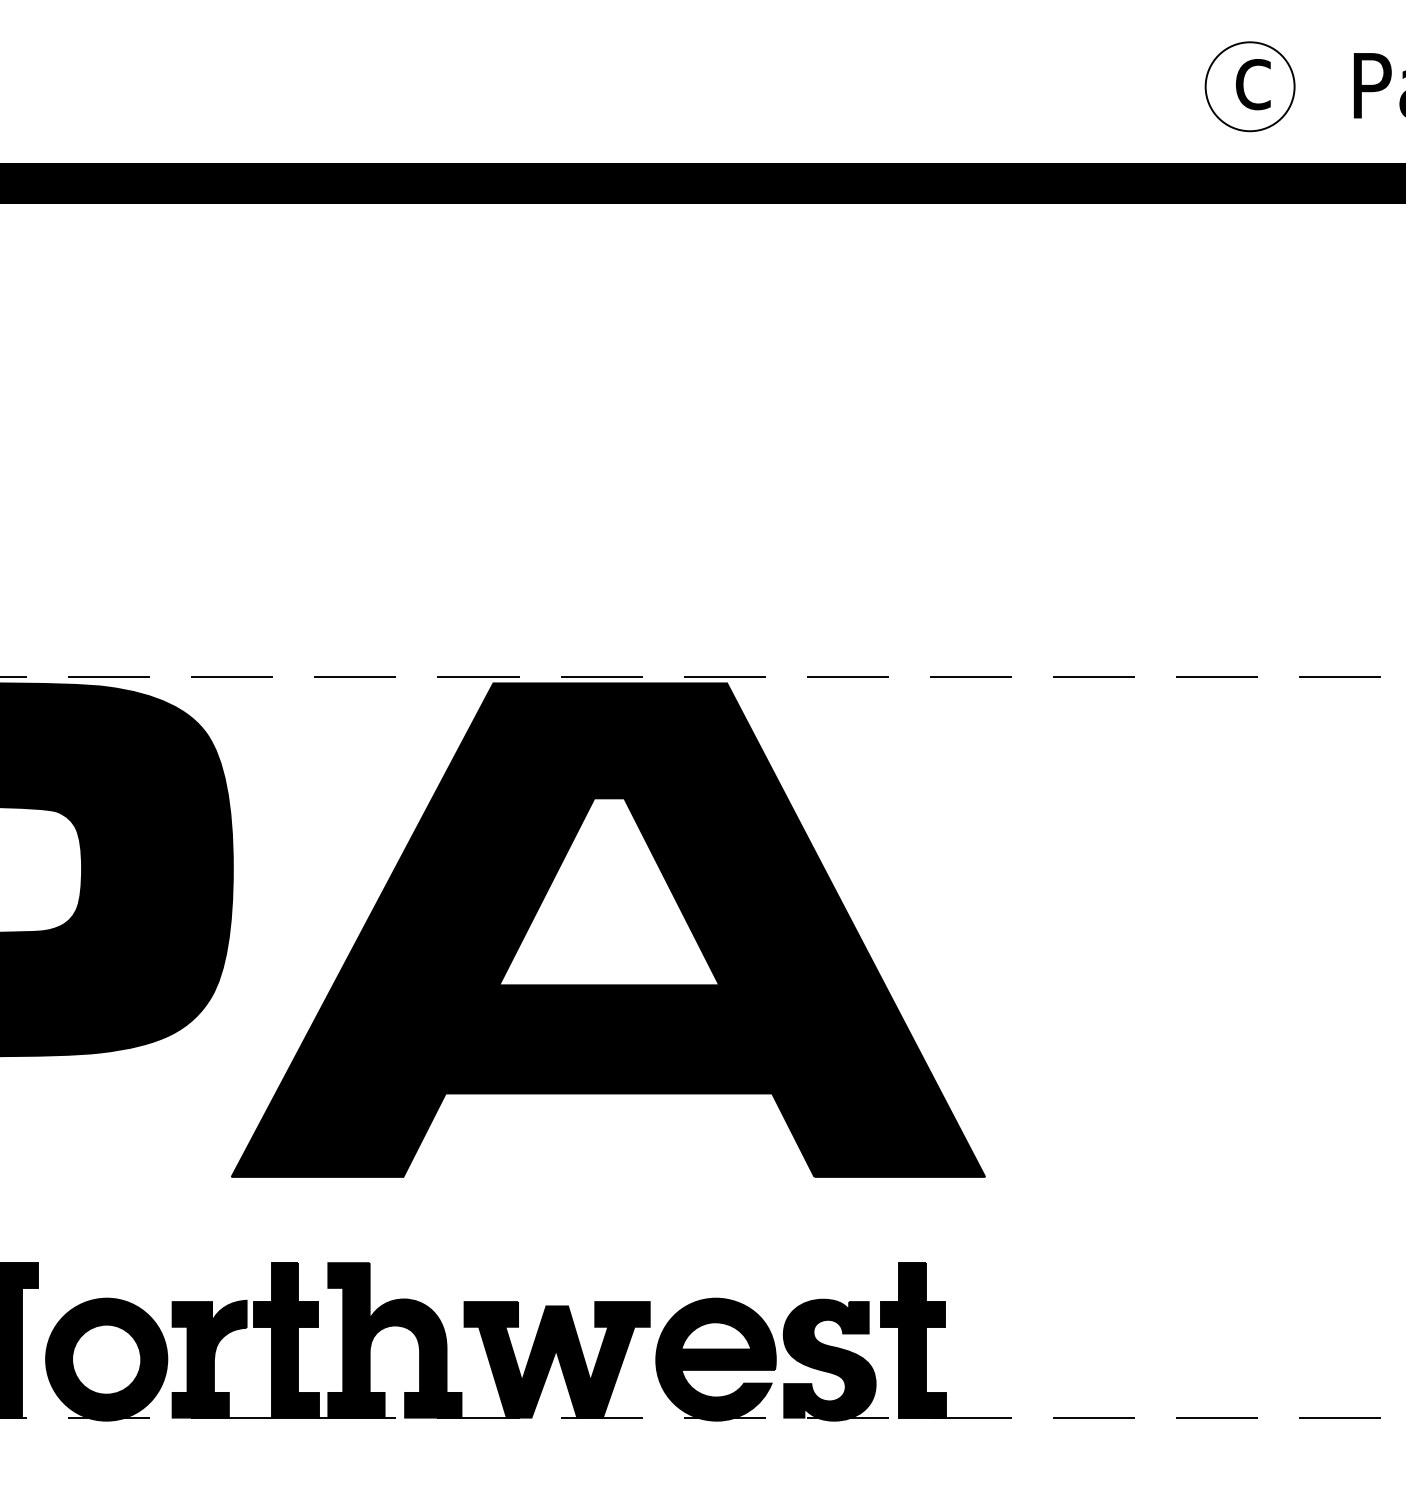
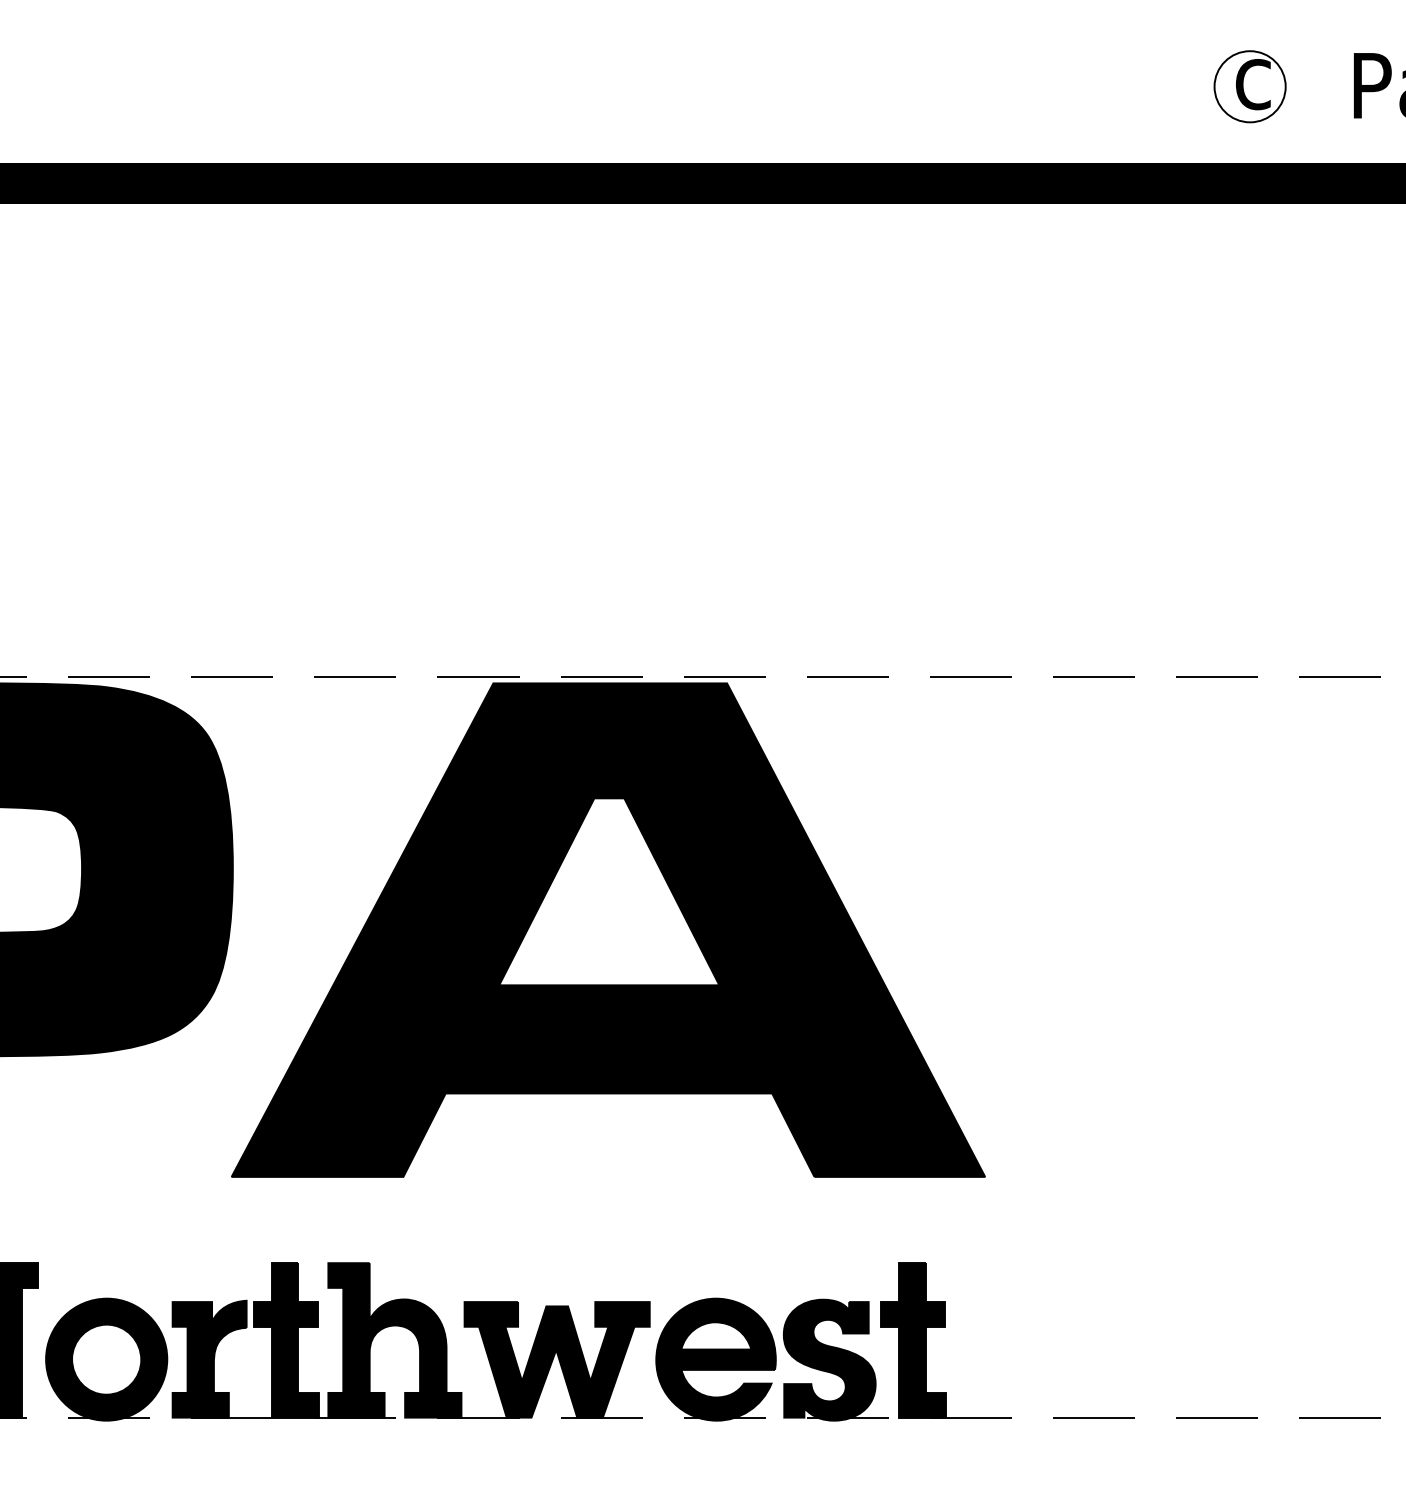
circle at (1249, 86) diameter: 89 px -> 71 px
